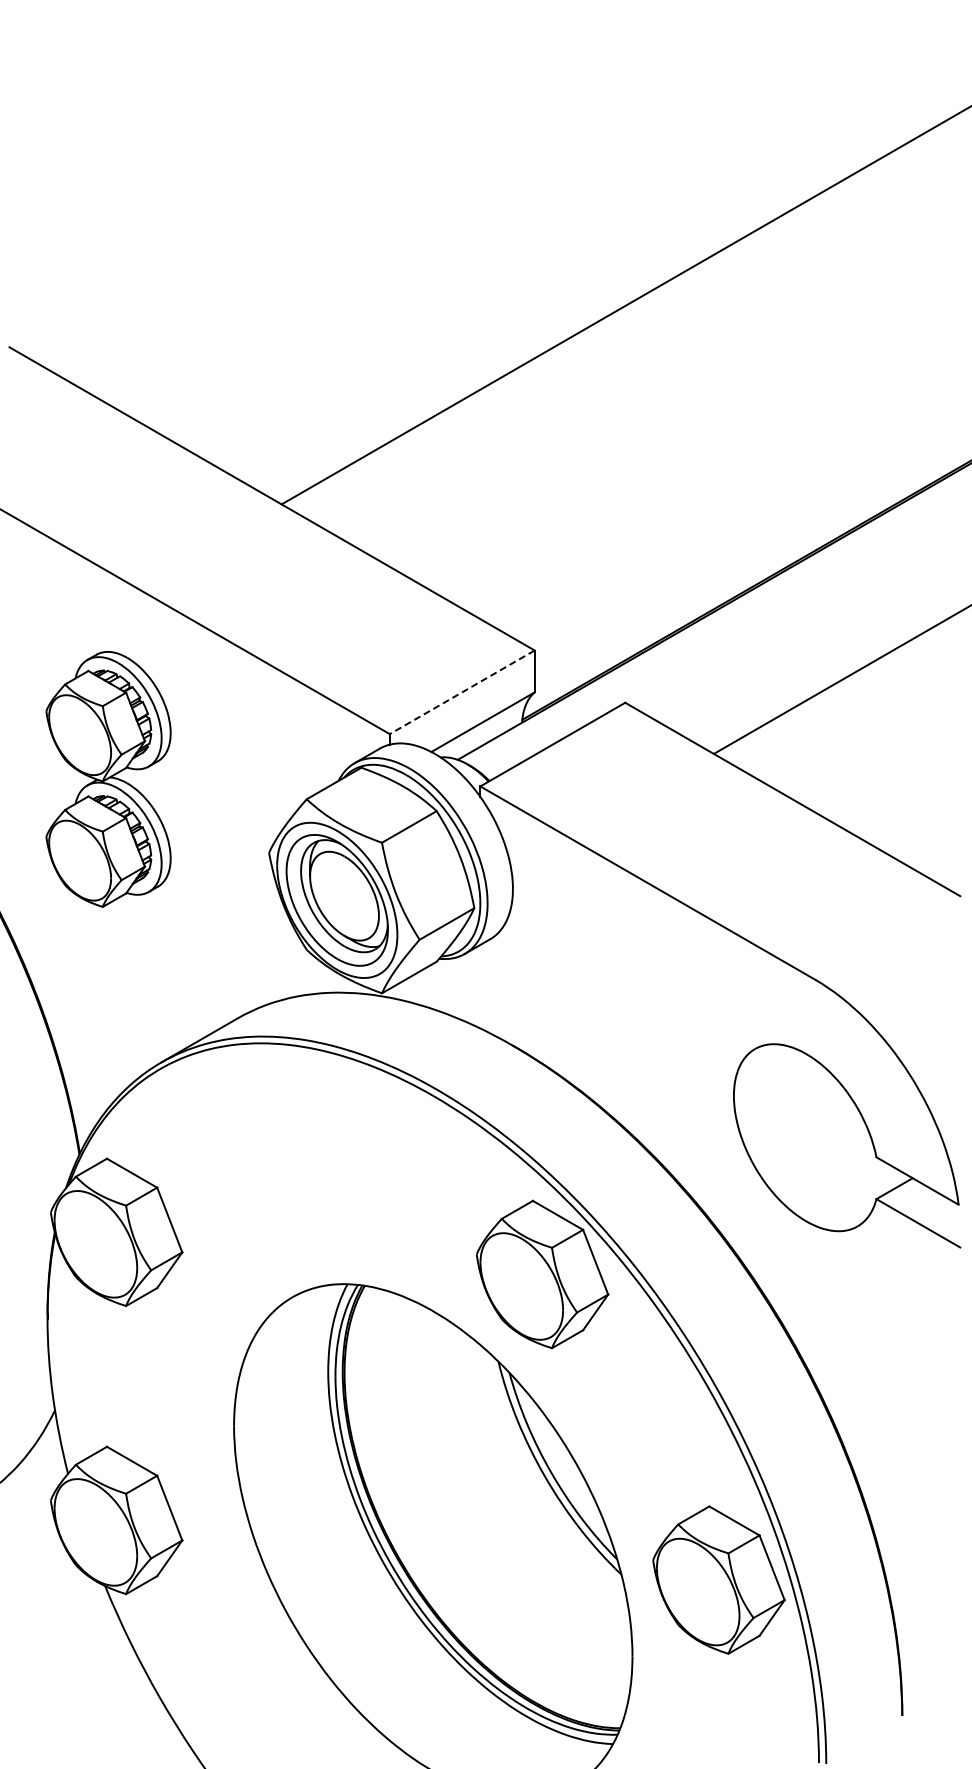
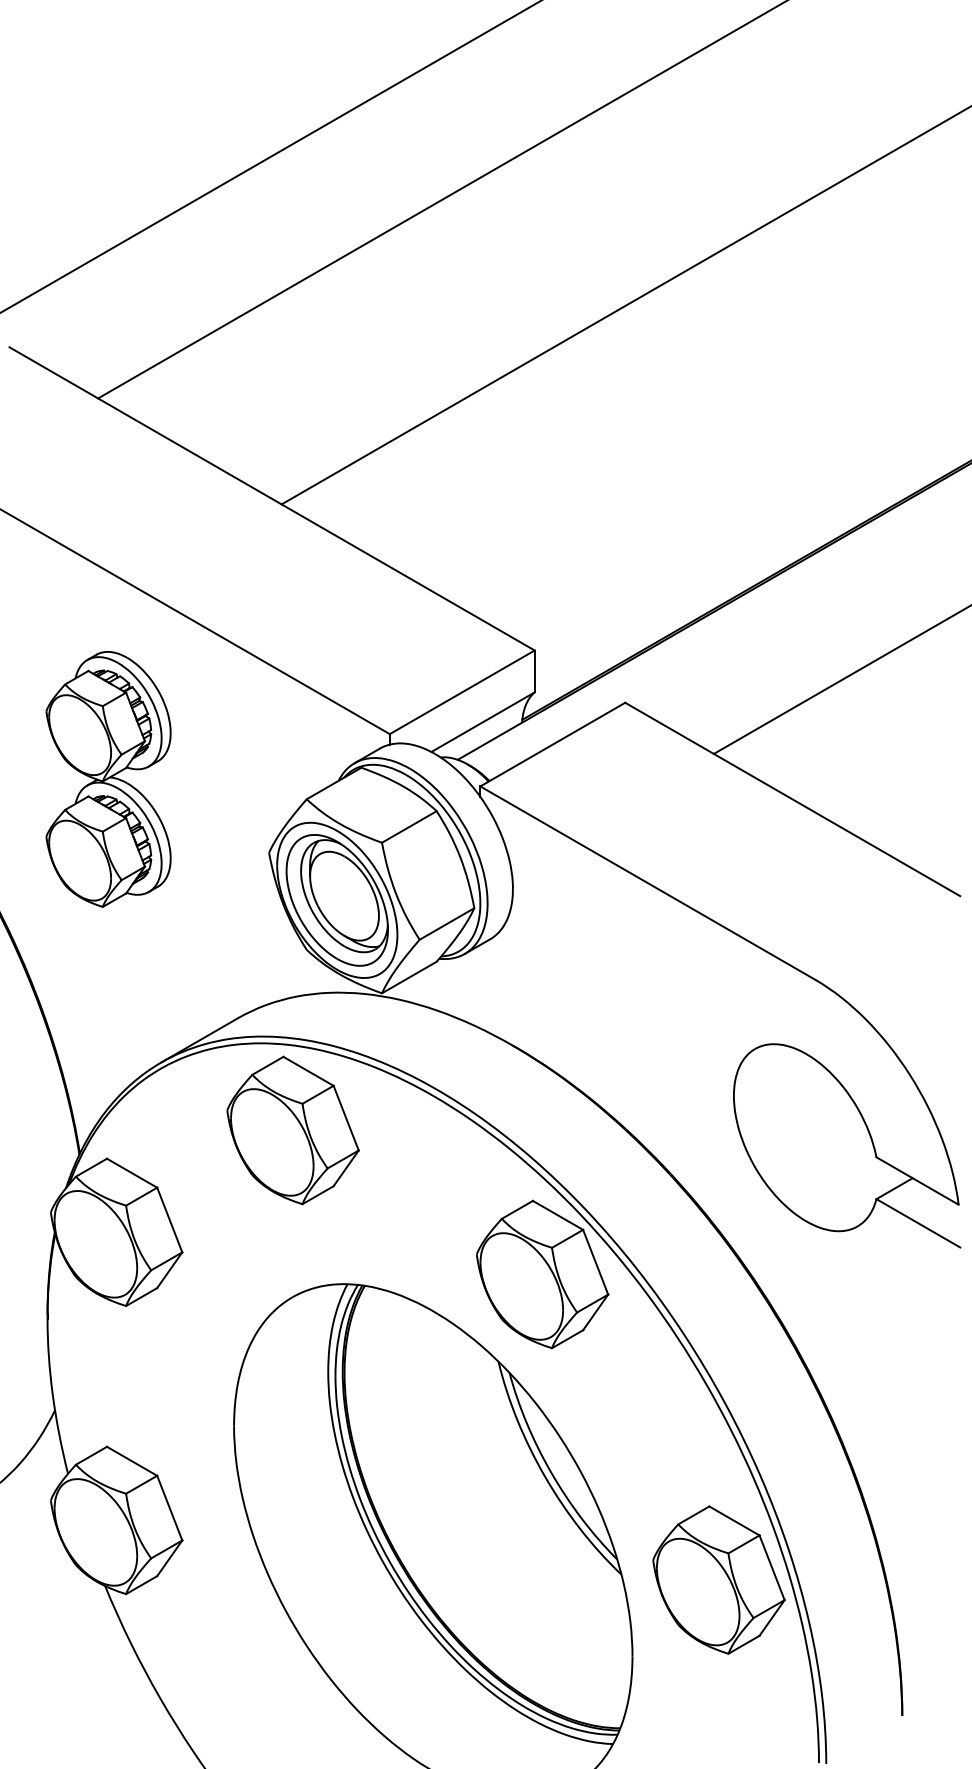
line at (270, 156): none -> present
line at (441, 200): none -> present
line at (462, 692): dashed -> solid
part at (292, 1130): none -> present
